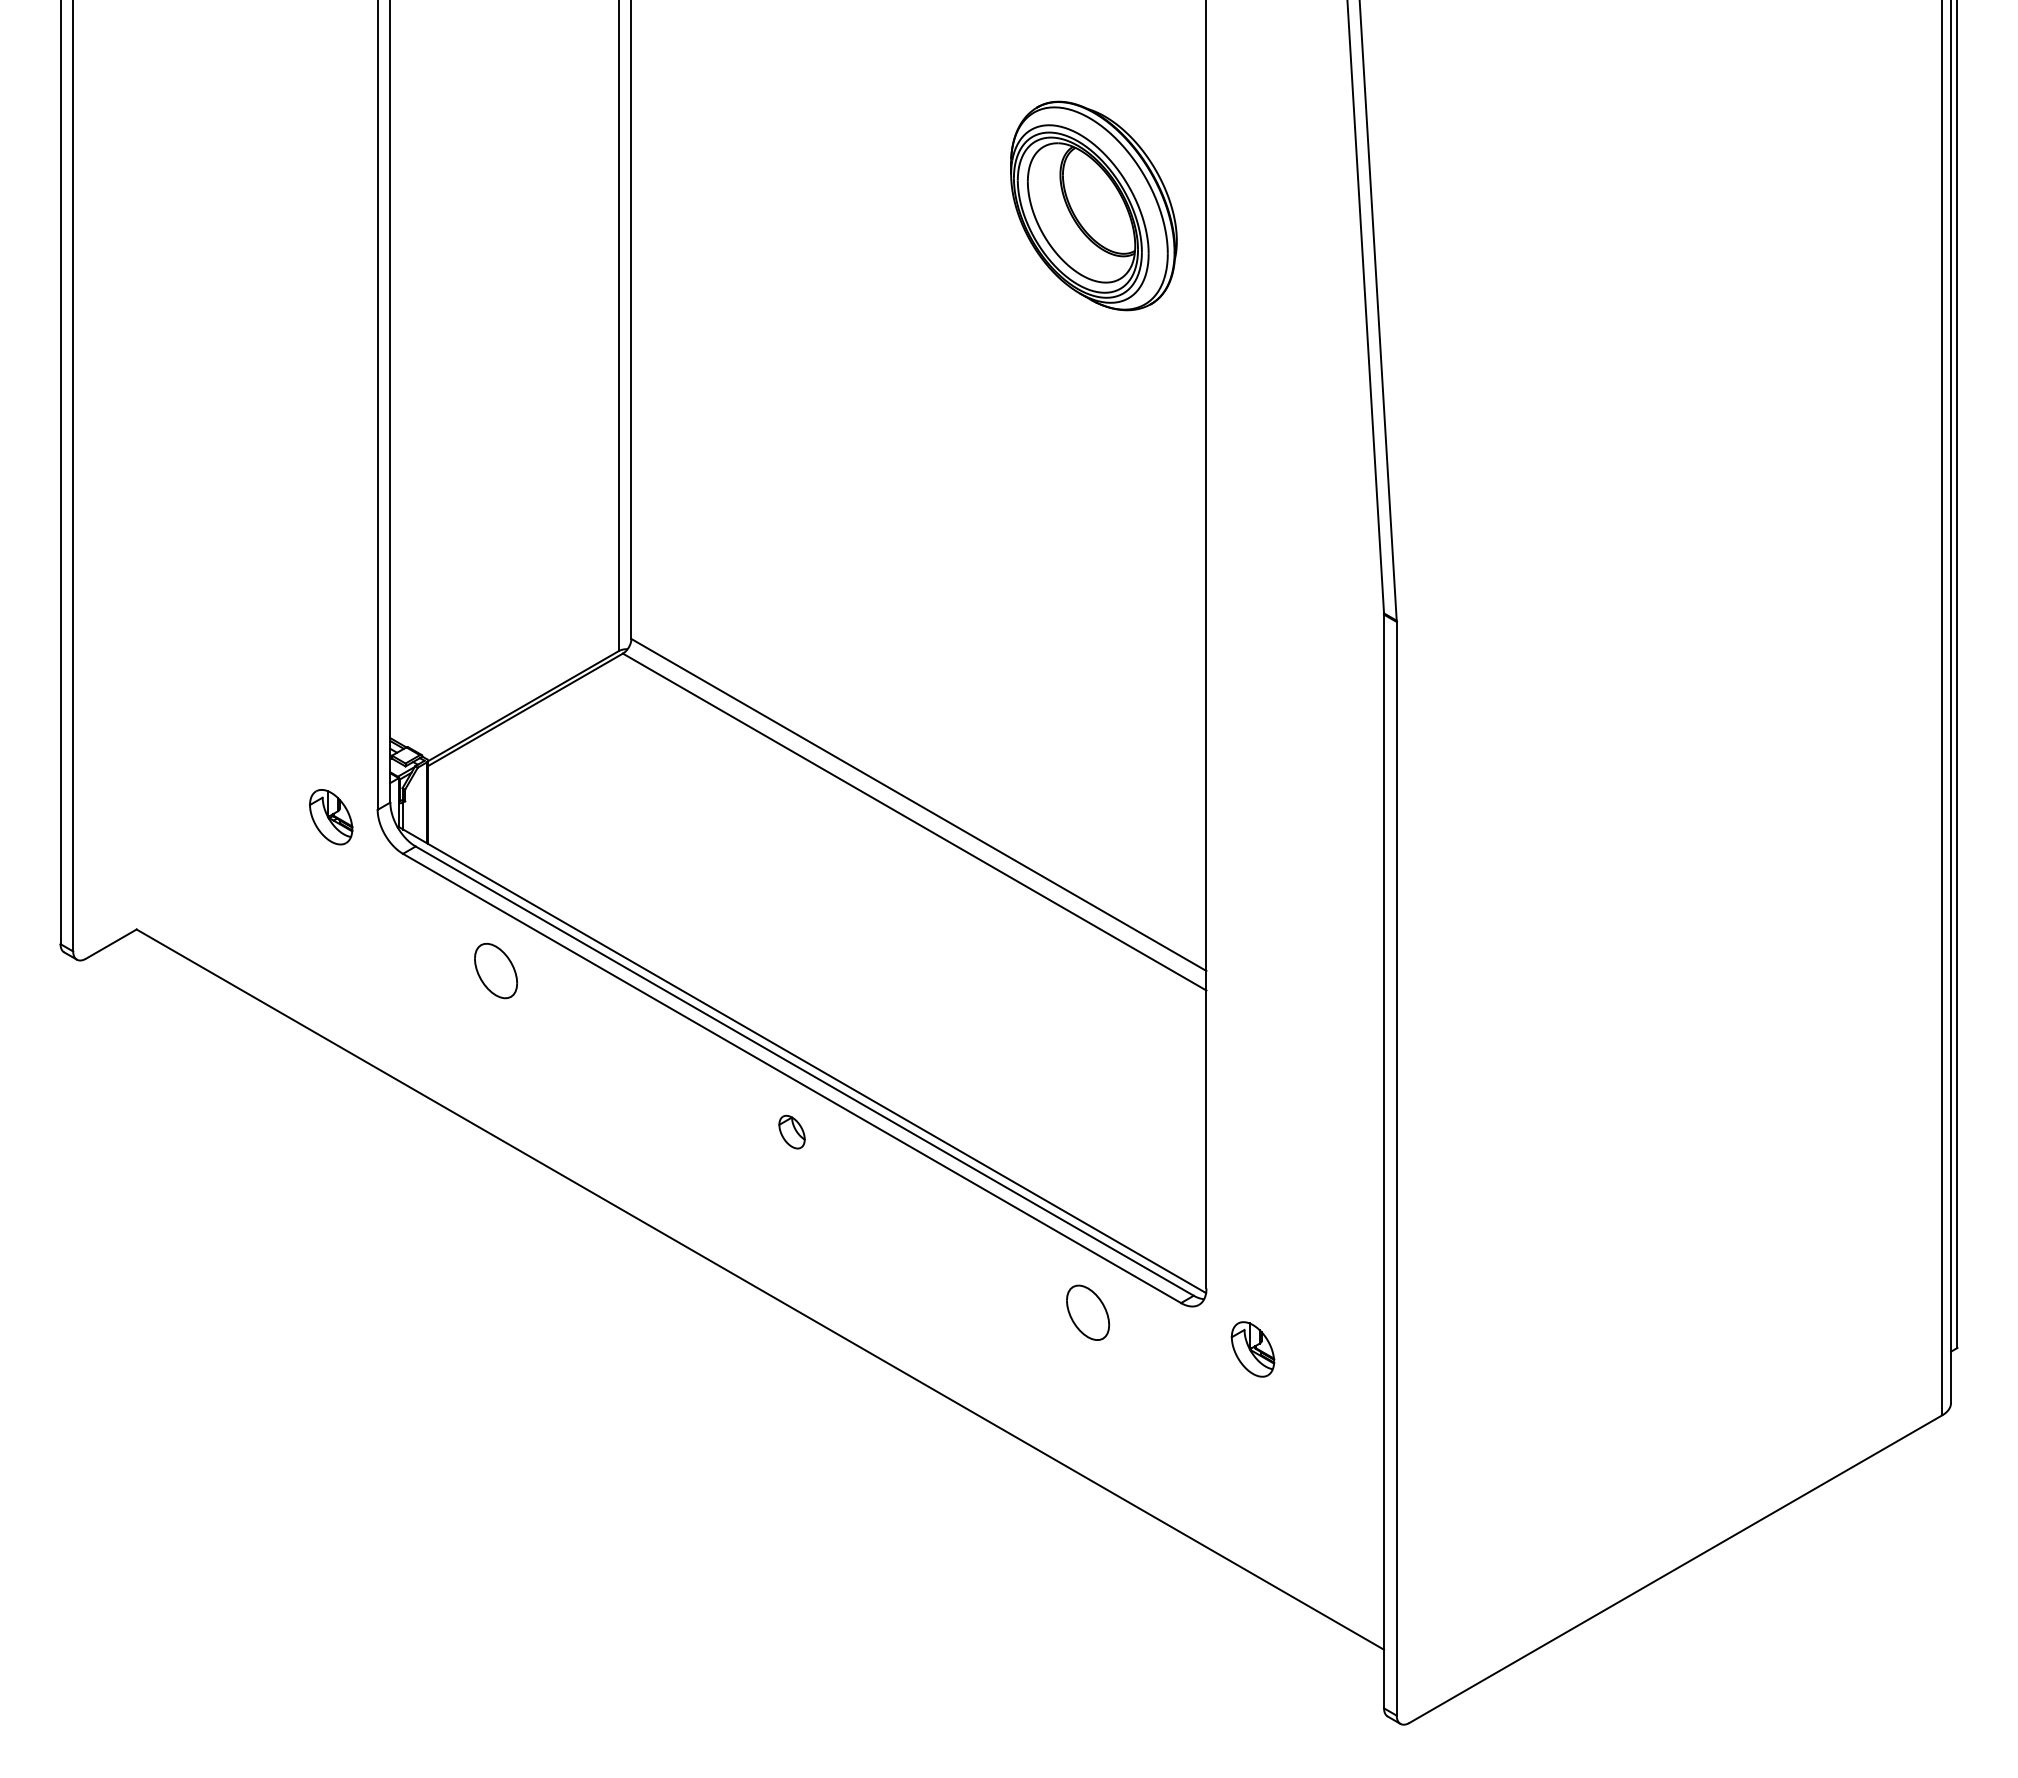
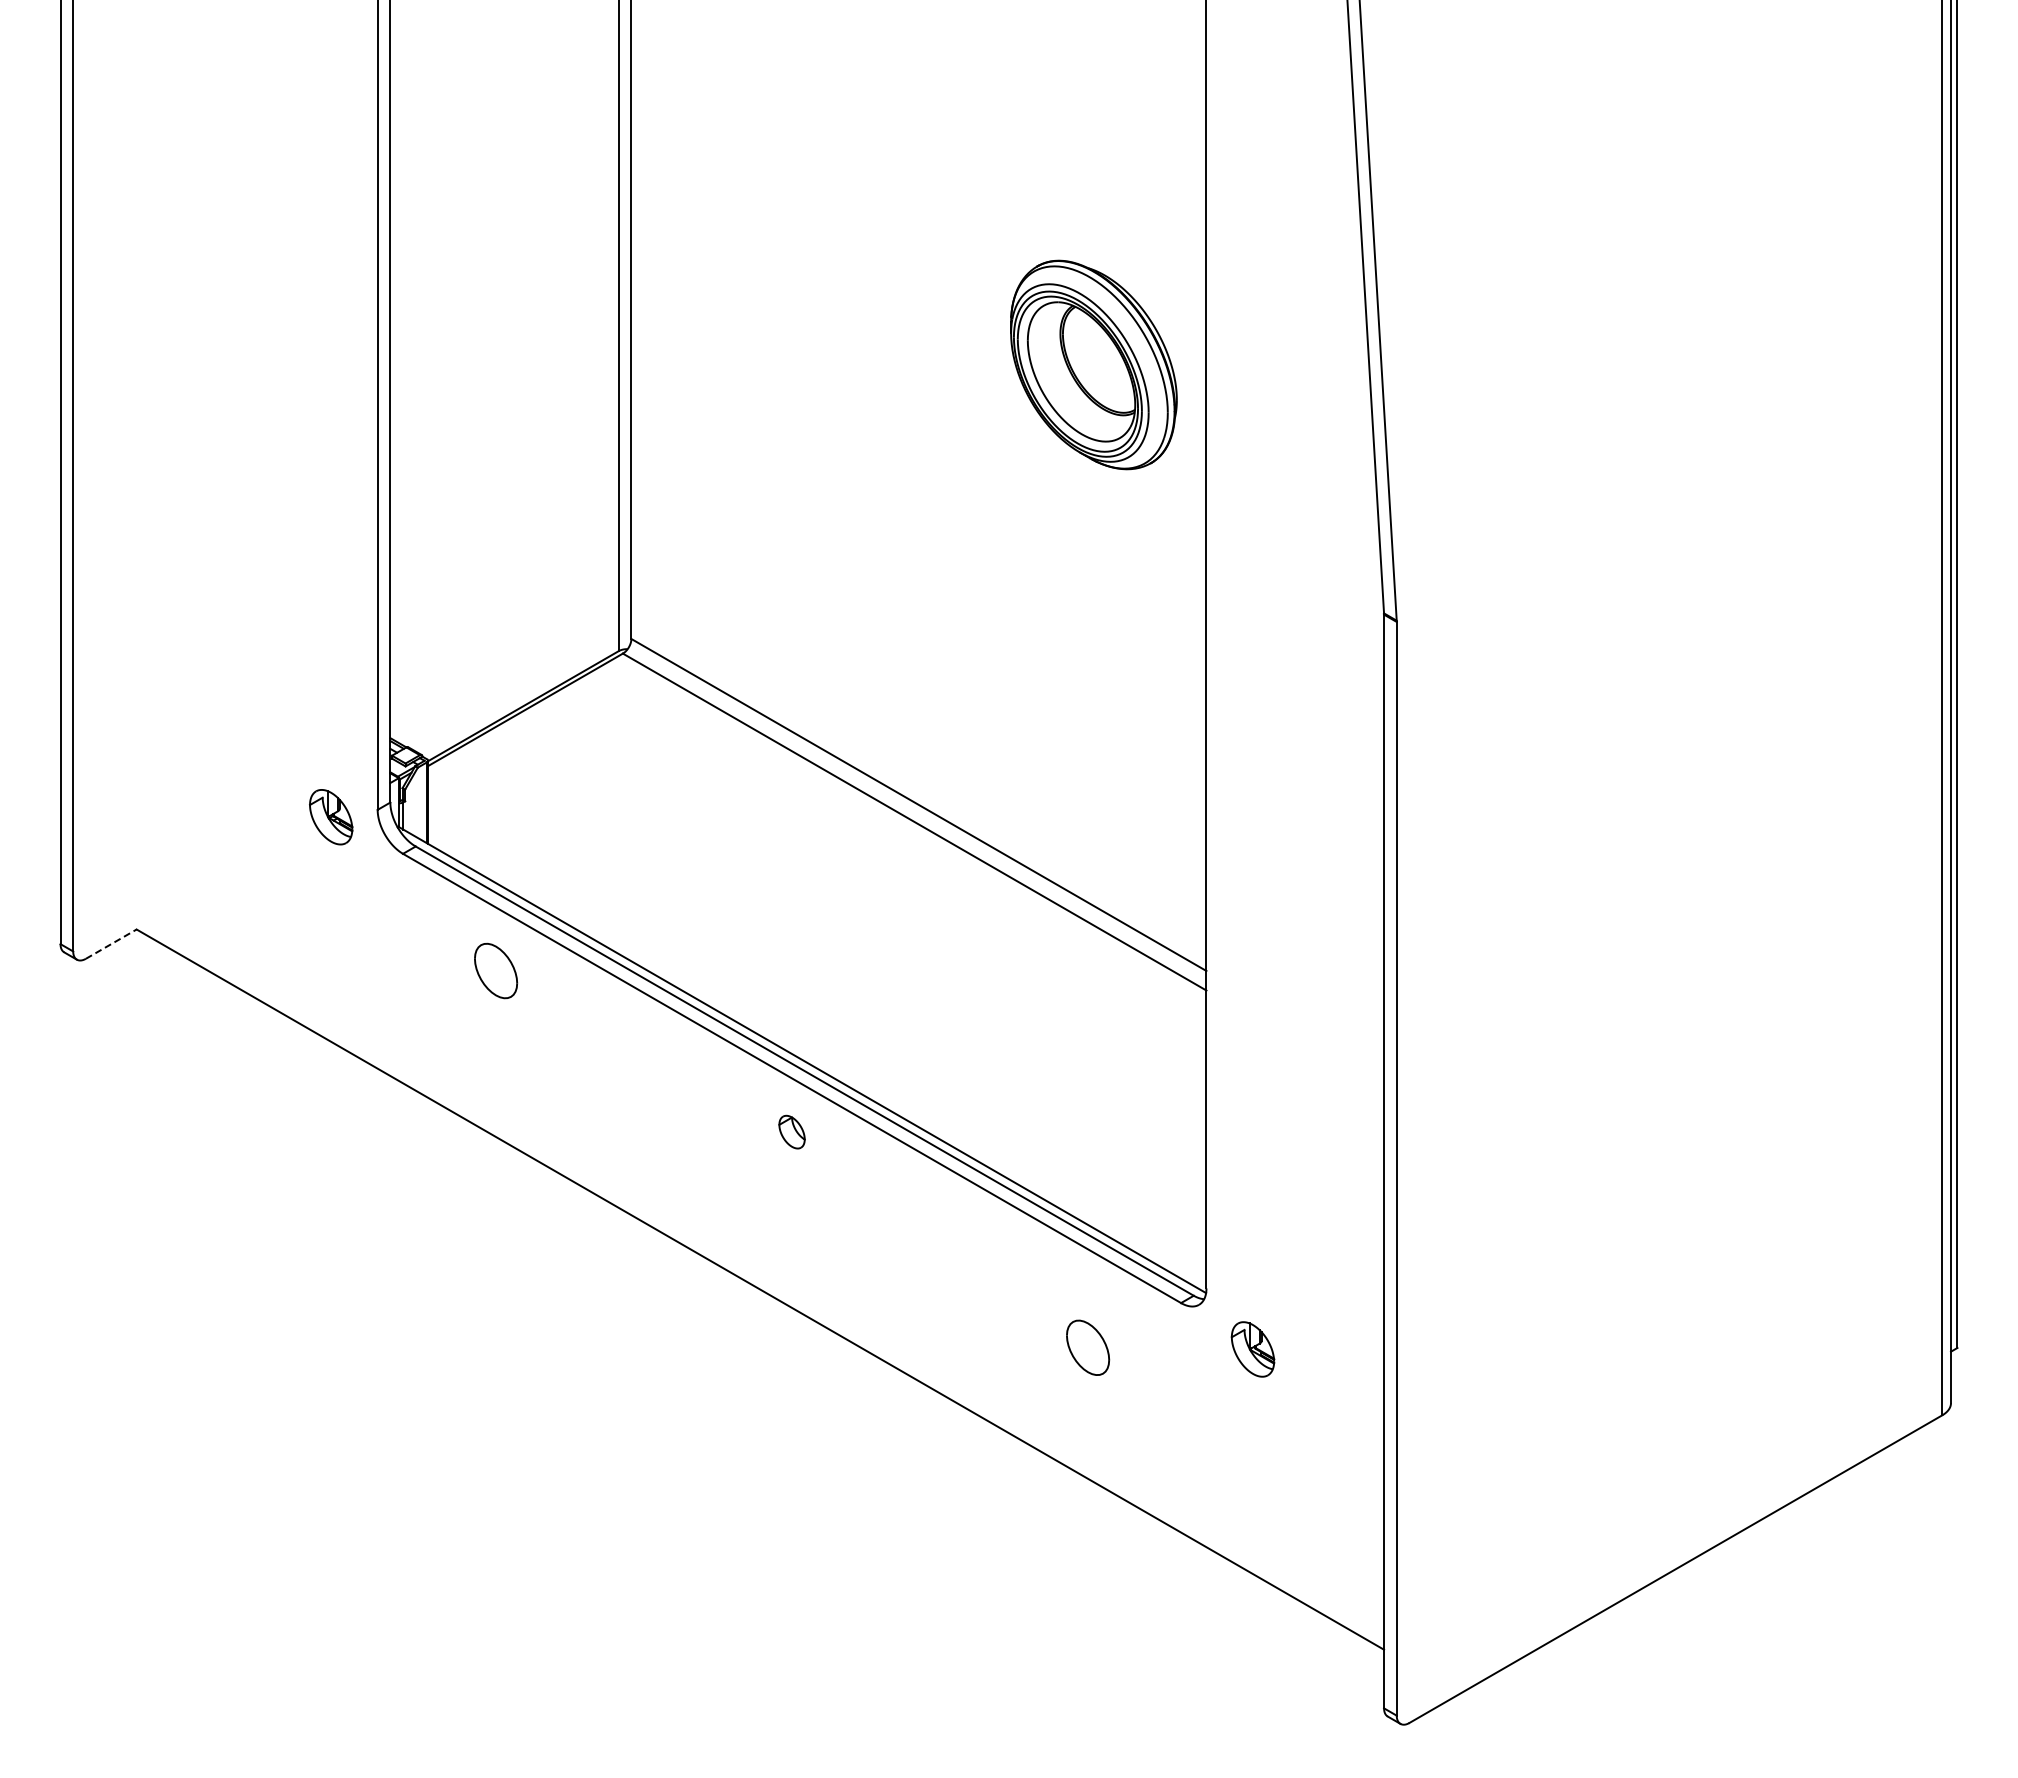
part at (1093, 205) position: (1093, 205) -> (1093, 364)
line at (111, 943): solid -> dashed
part at (1088, 1312) position: (1088, 1312) -> (1088, 1347)
